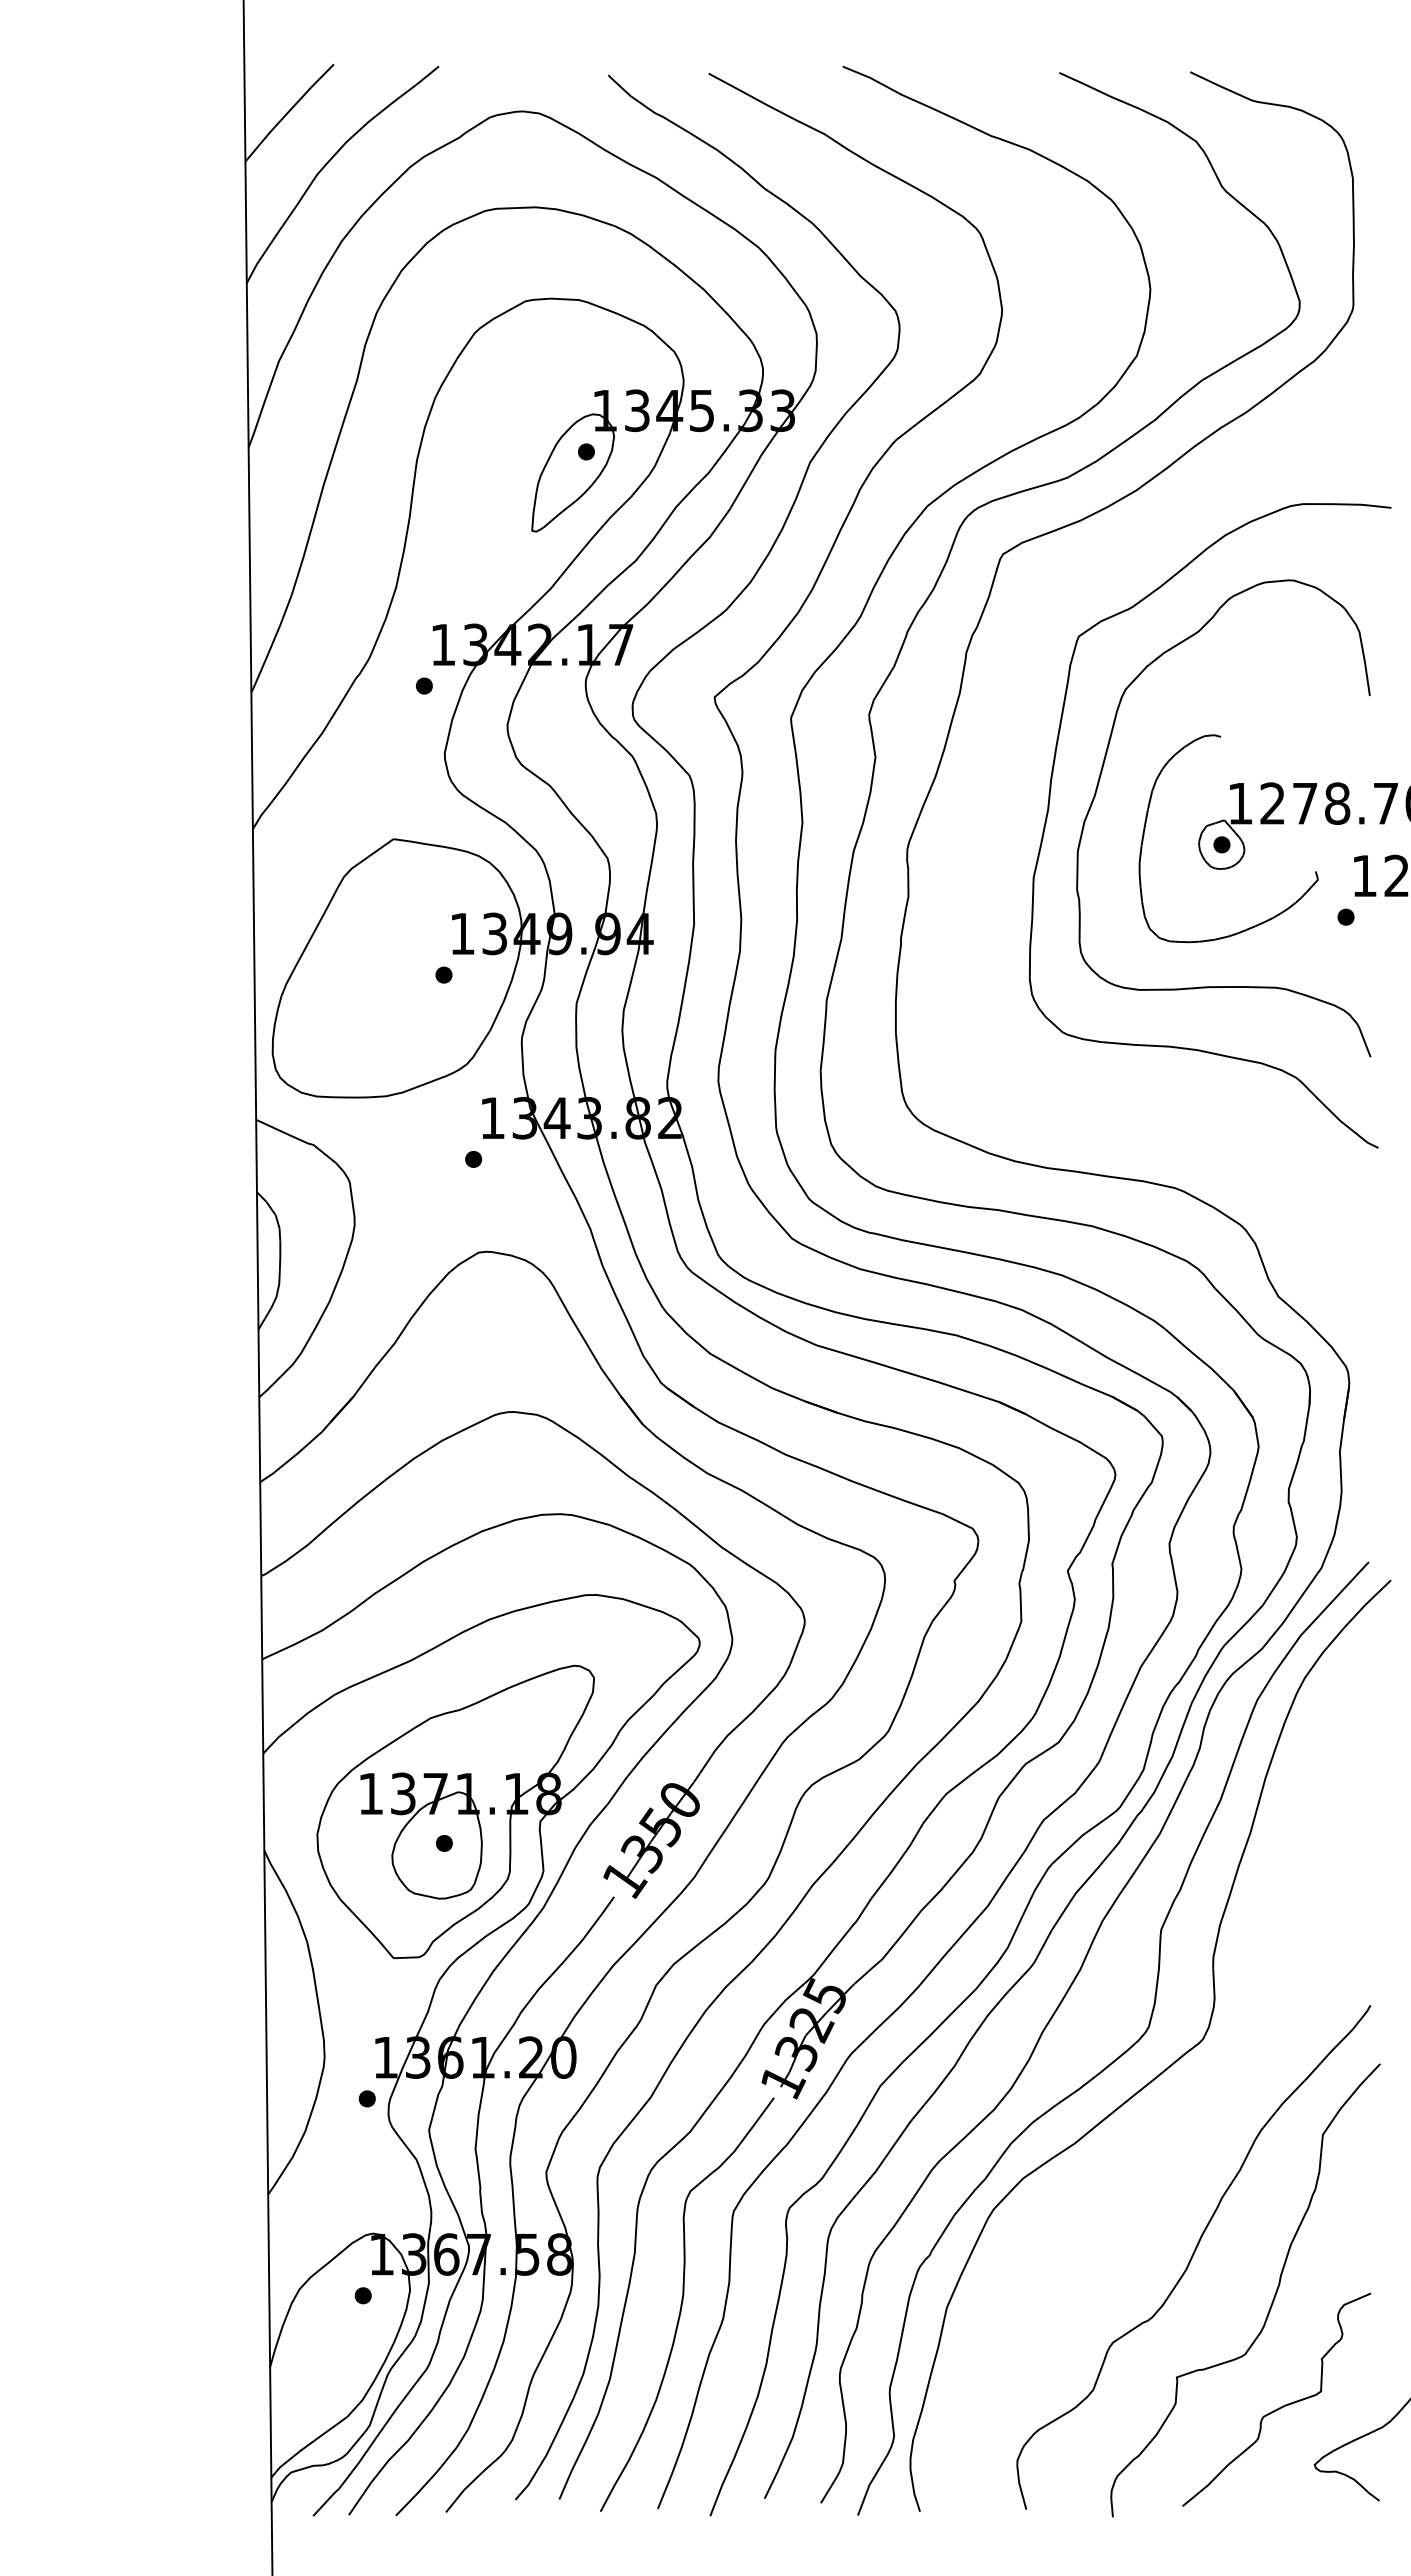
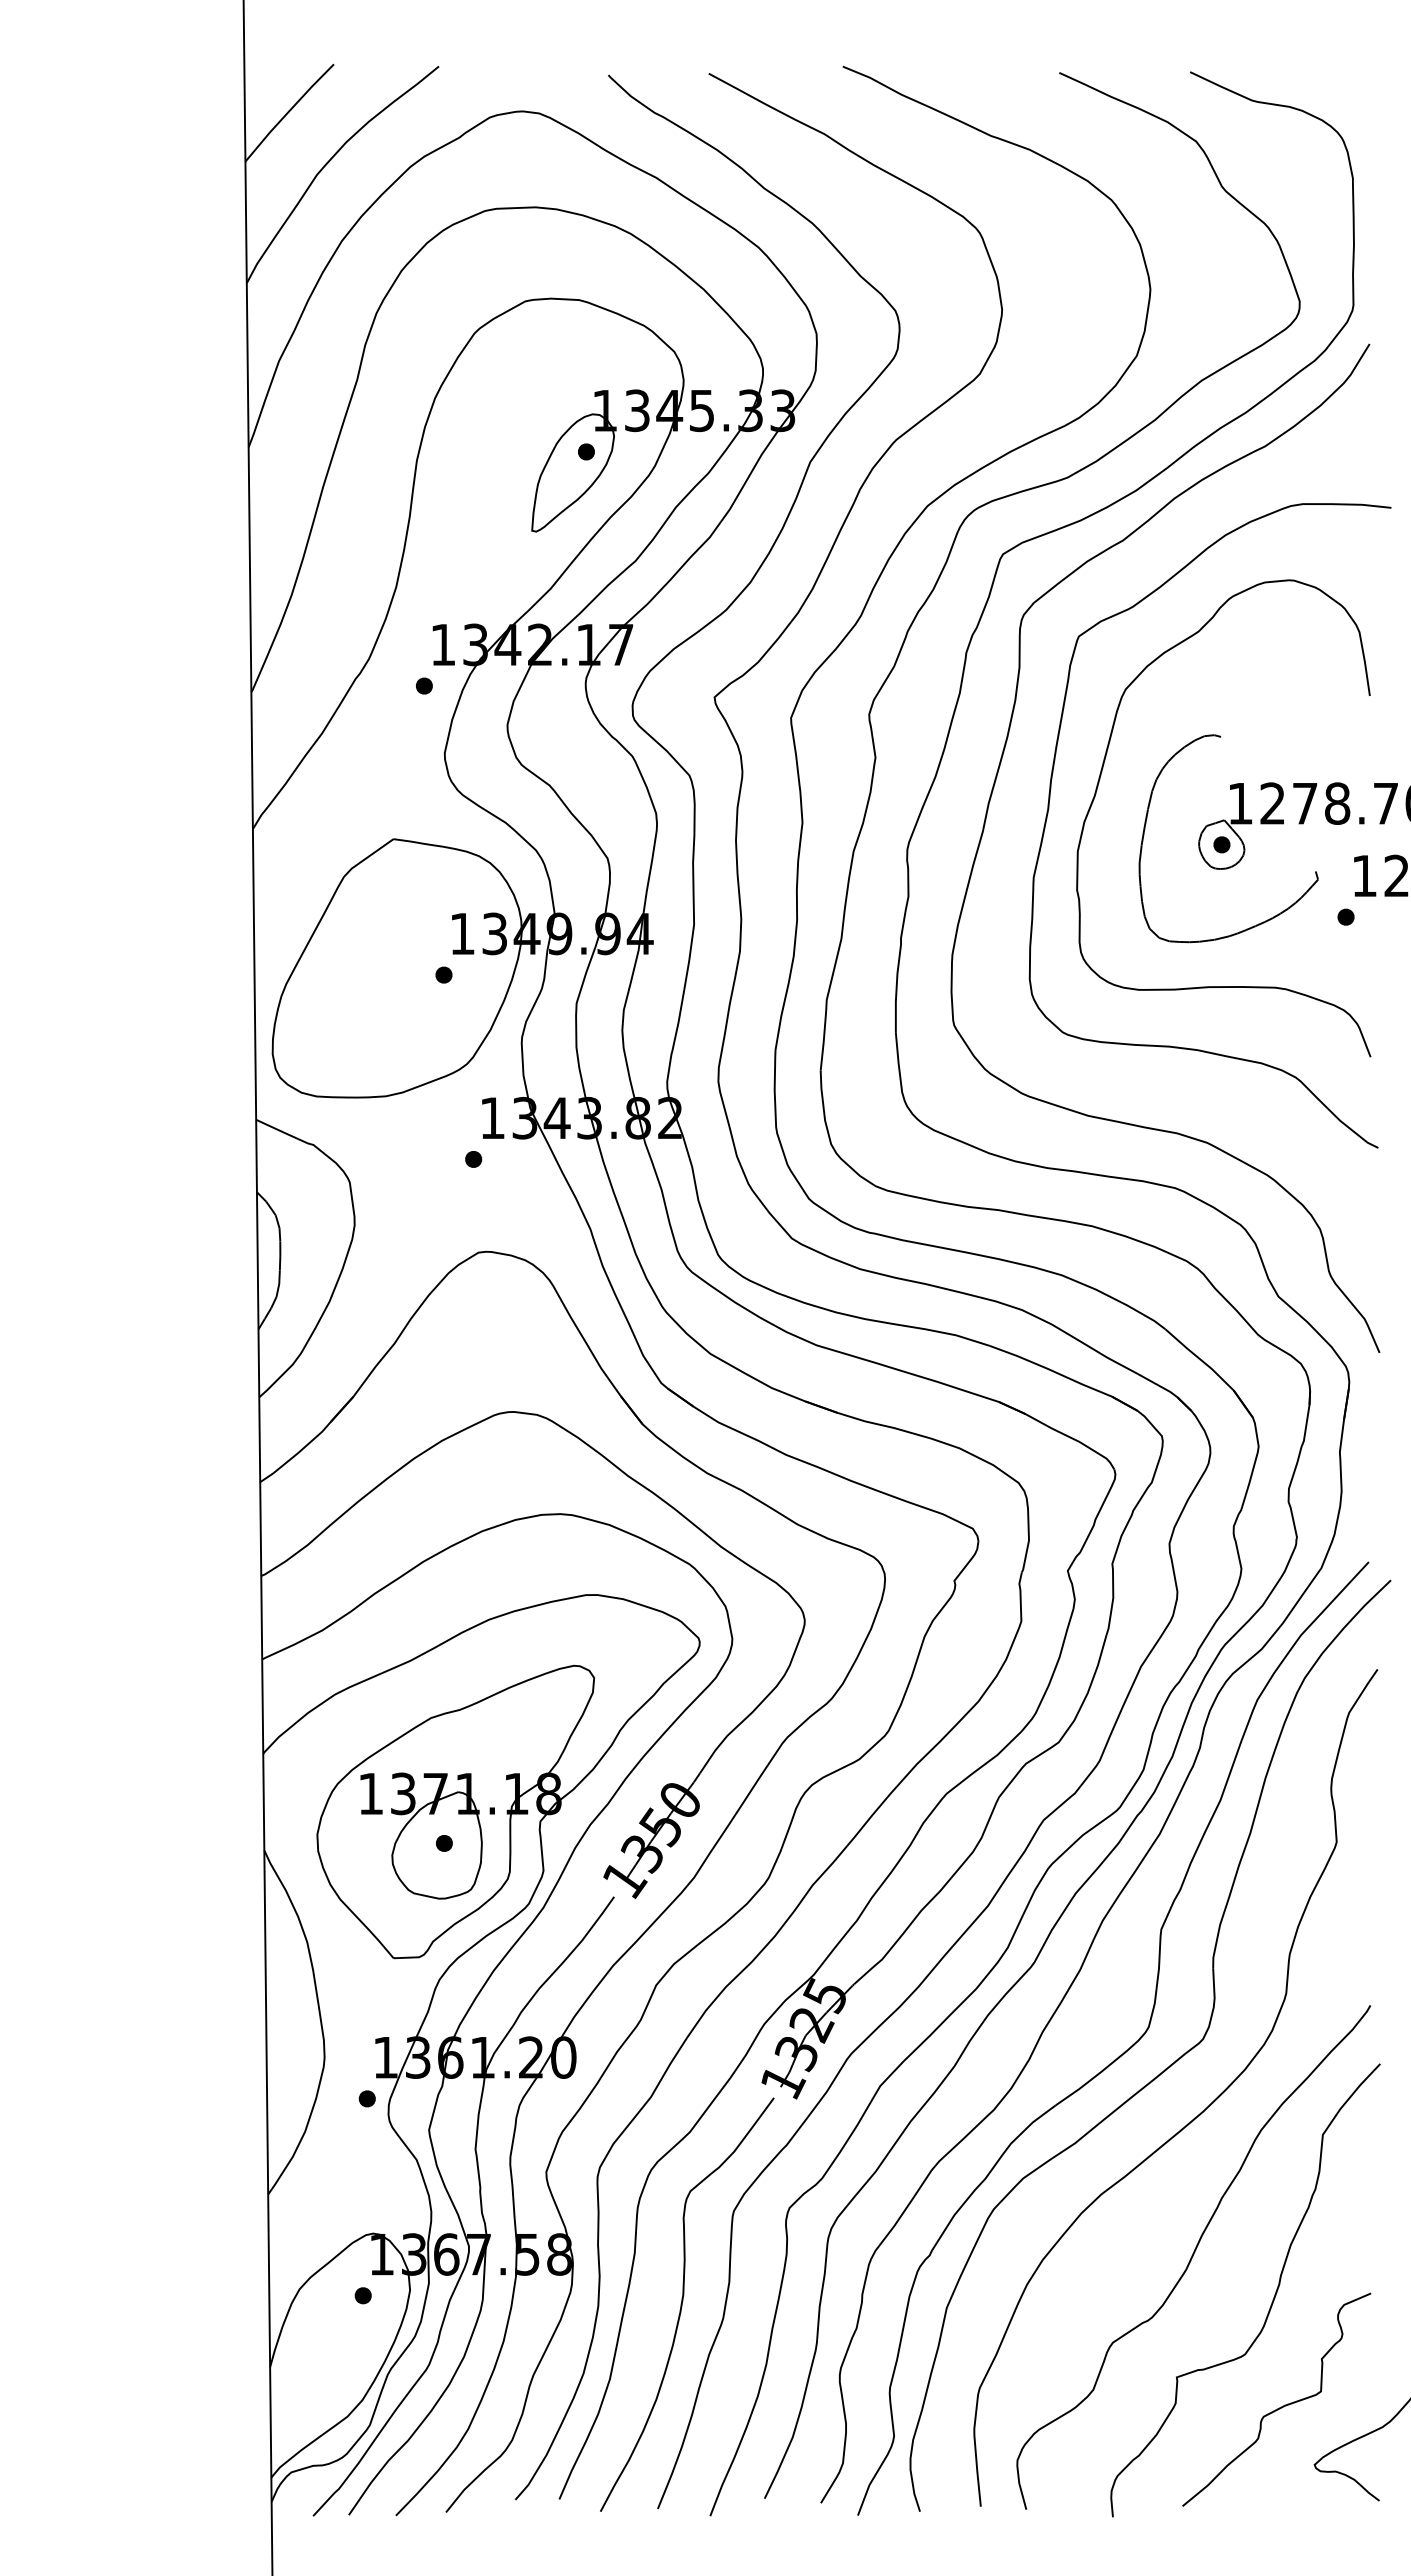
curve at (991, 798): none -> present
curve at (1195, 2116): none -> present
